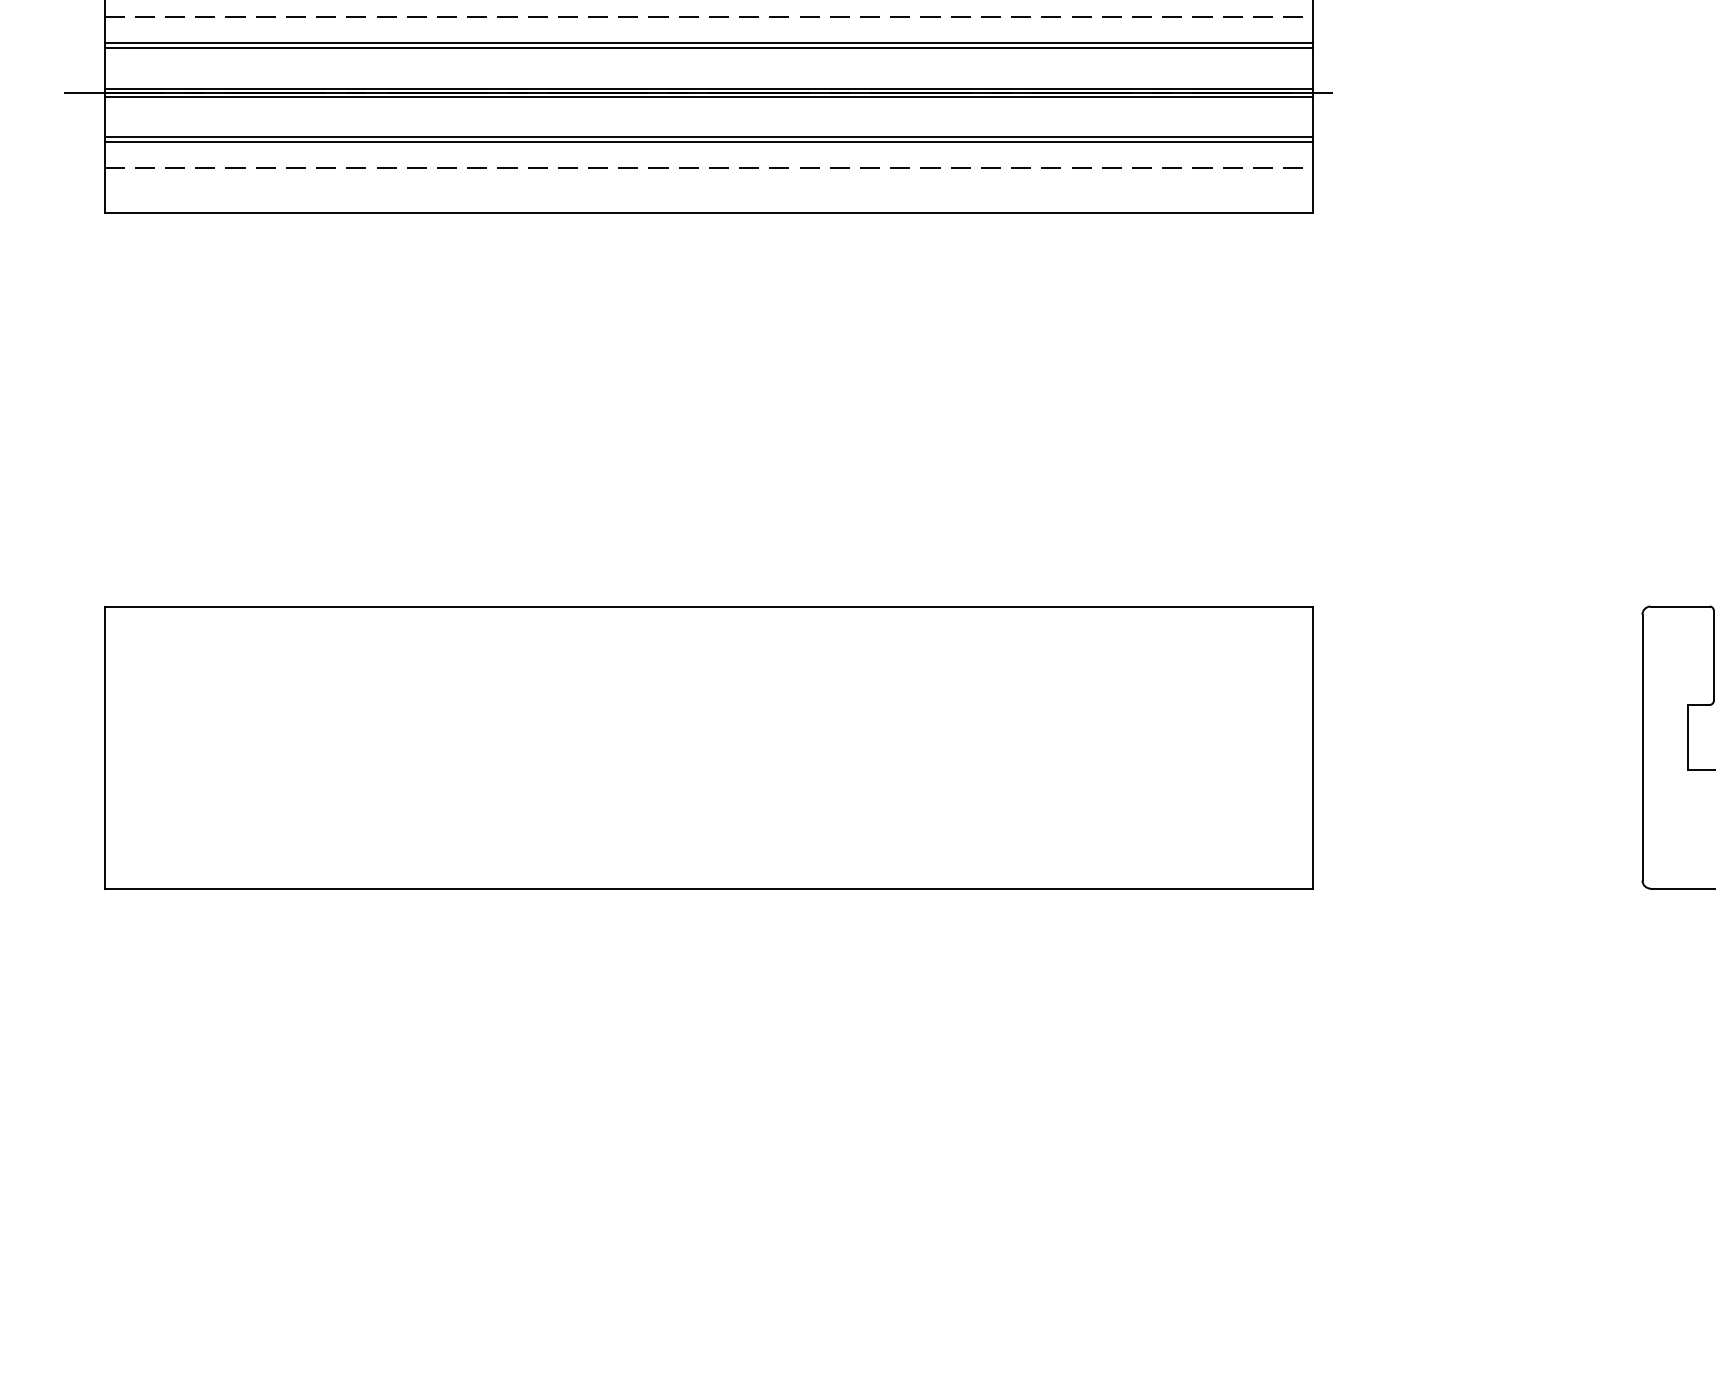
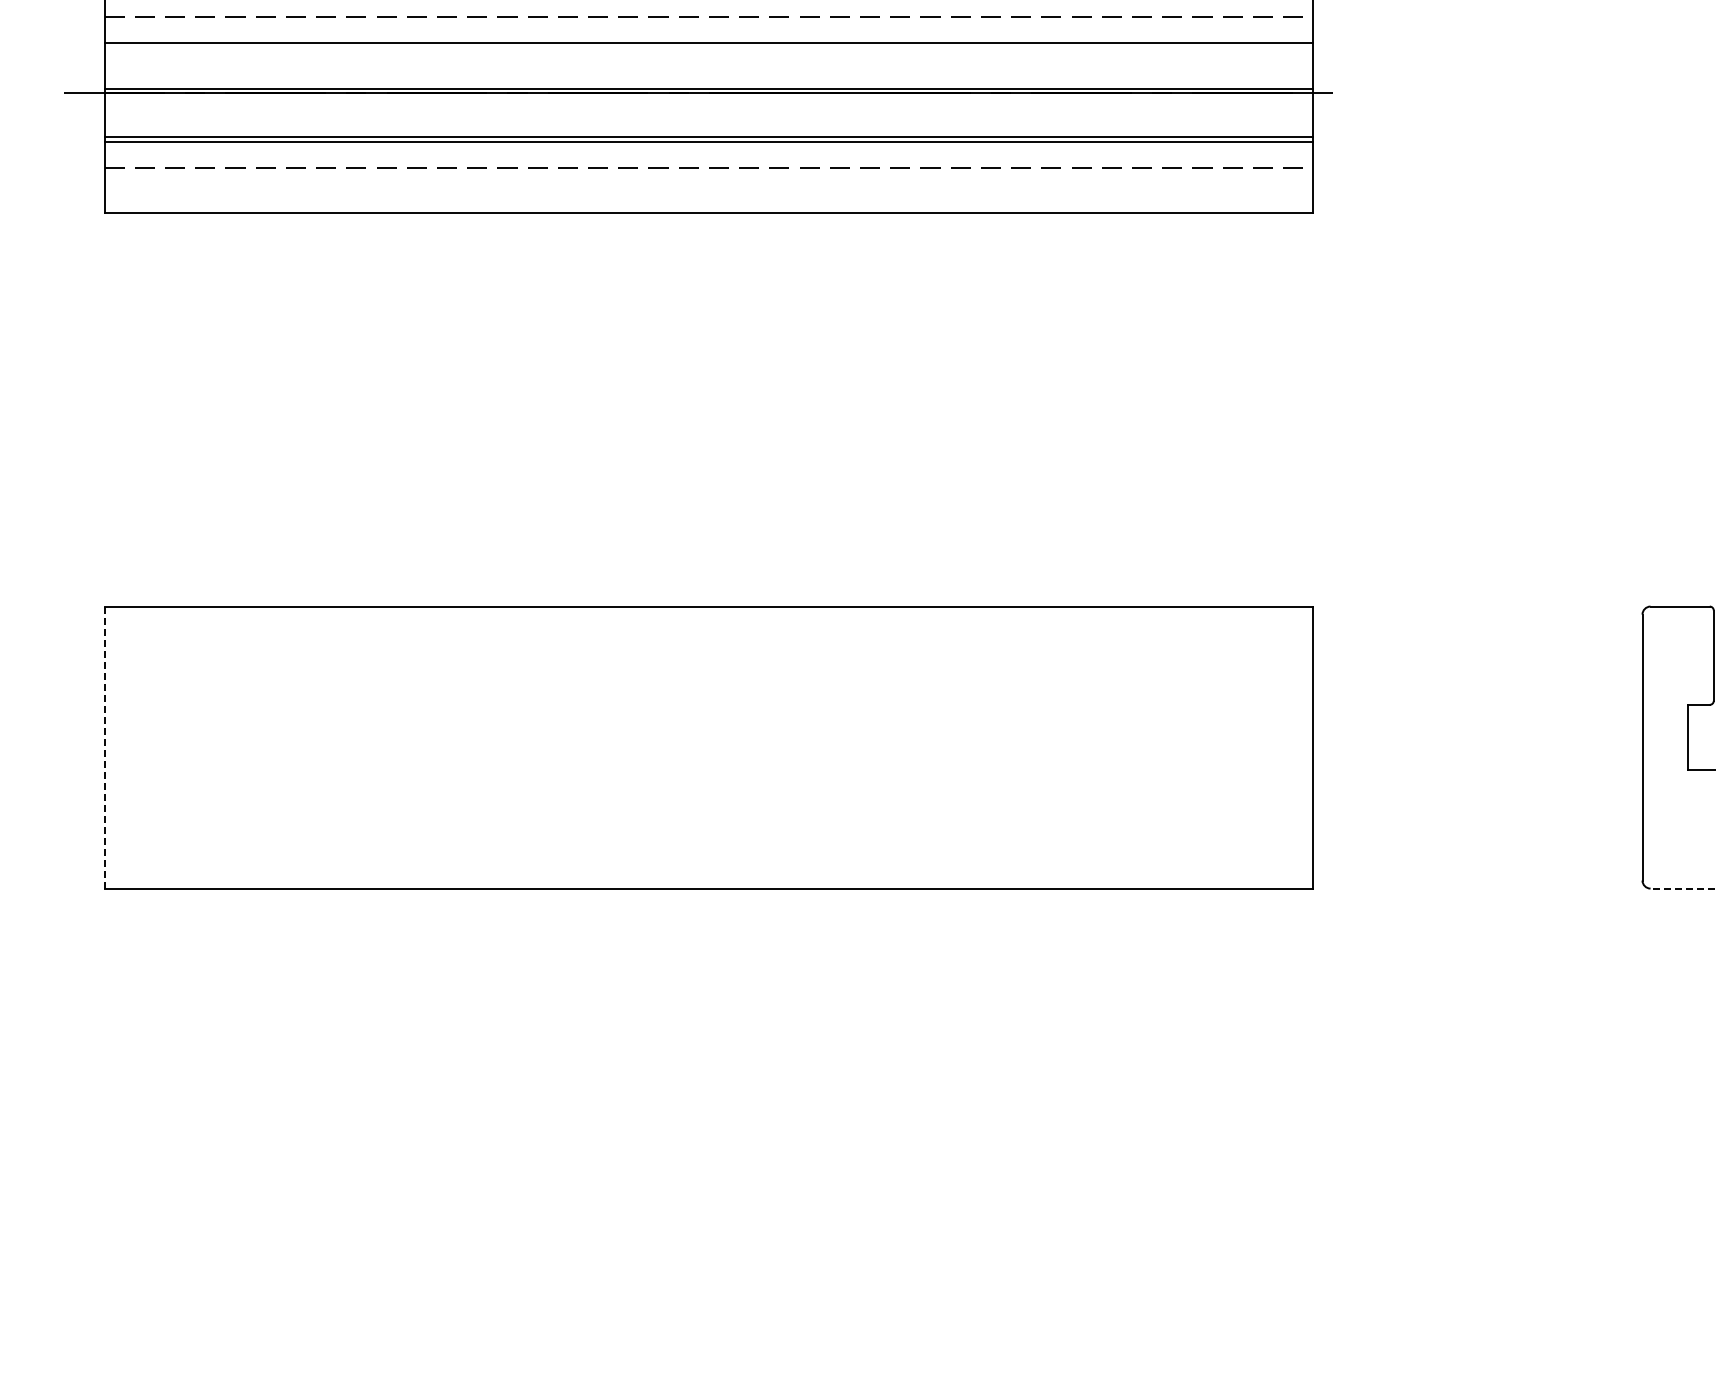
line at (708, 48): present -> none
line at (708, 96): present -> none
line at (104, 748): solid -> dashed
line at (1682, 888): solid -> dashed
